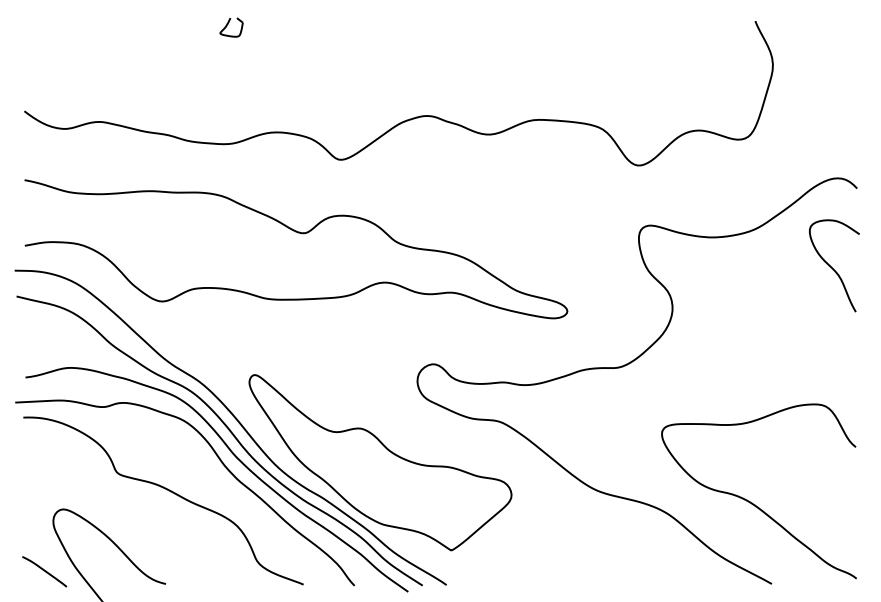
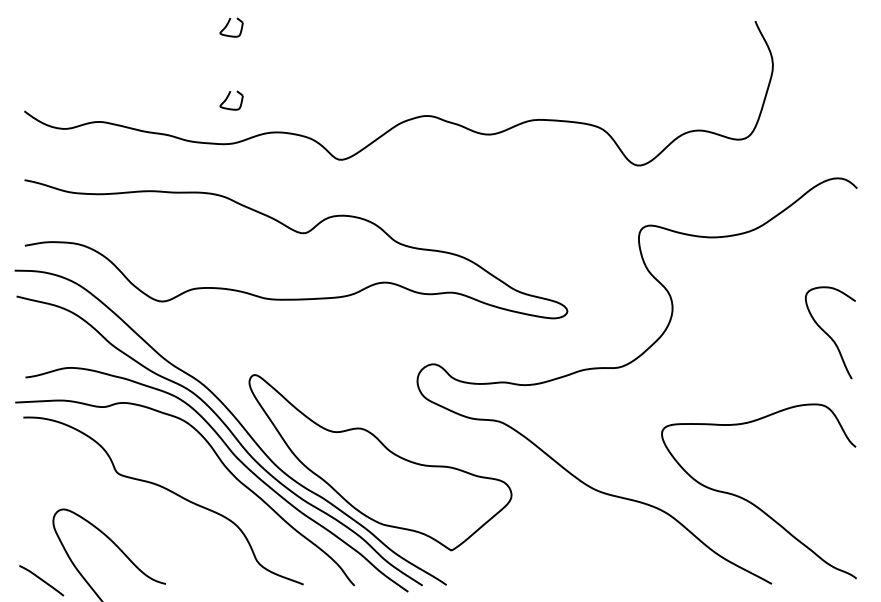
part at (231, 100): none -> present
curve at (832, 267) position: (832, 267) -> (828, 334)
curve at (44, 571) position: (44, 571) -> (41, 580)
